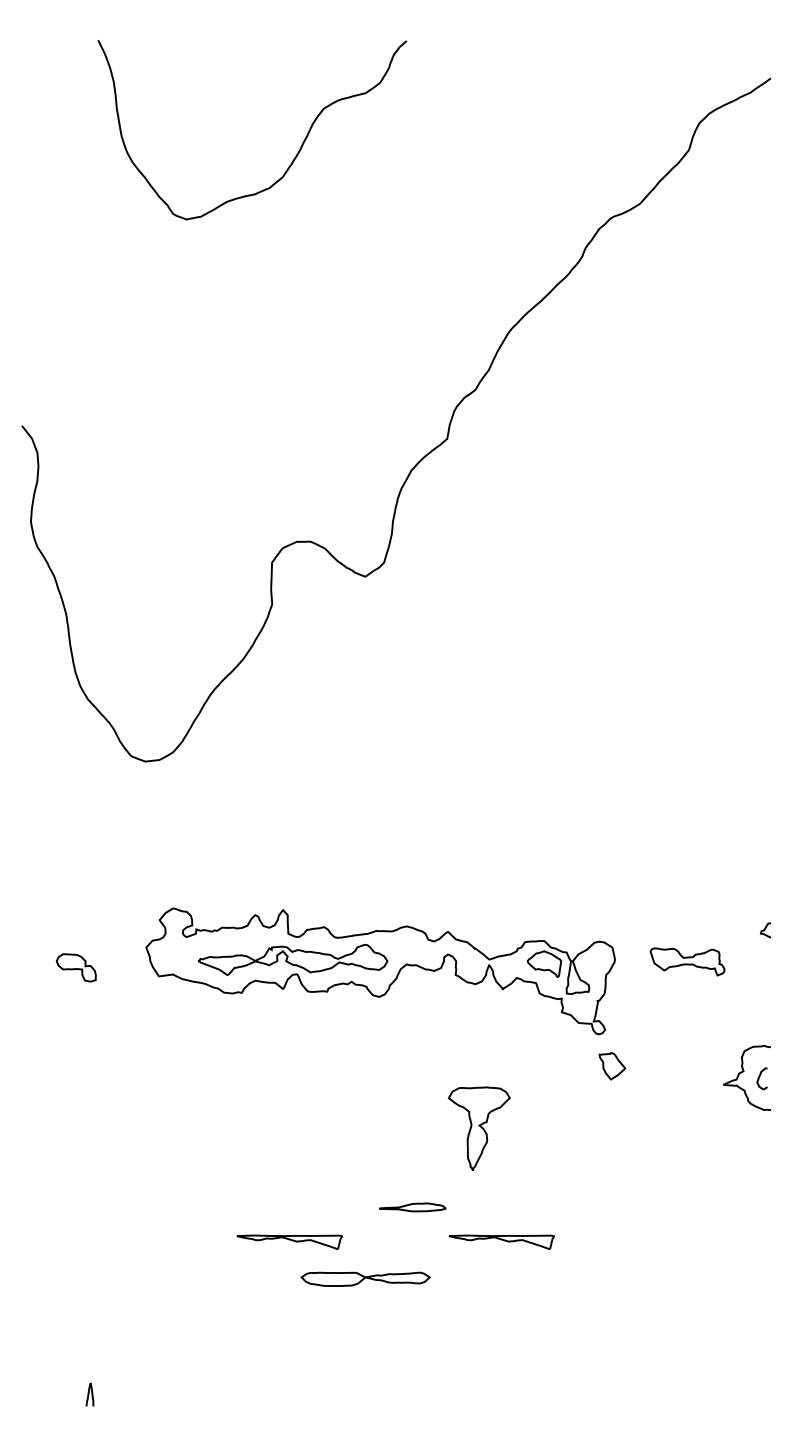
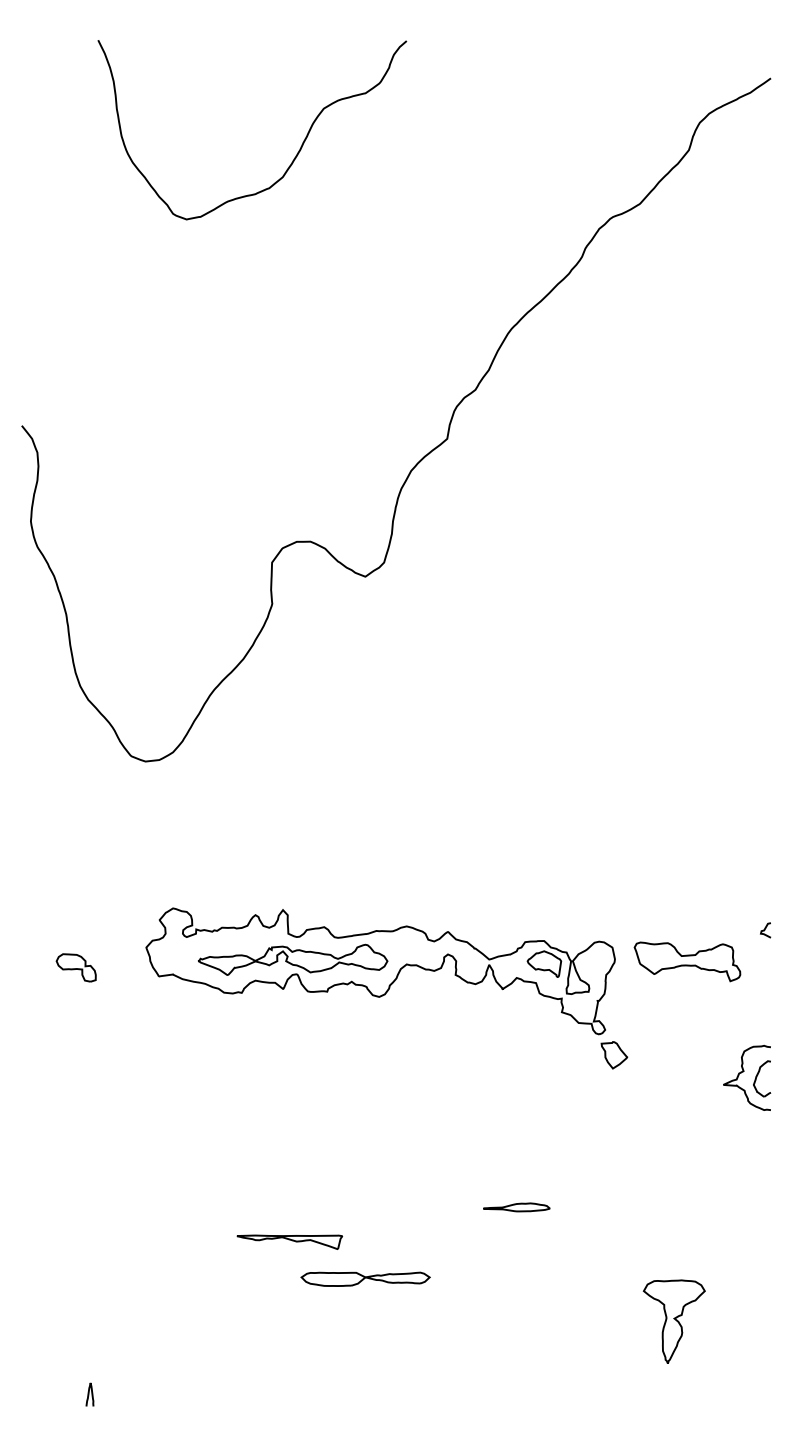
part at (687, 961) size: 77x30 px -> 109x42 px
part at (612, 1066) position: (612, 1066) -> (614, 1055)
part at (761, 1078) size: 12x24 px -> 19x38 px
part at (478, 1128) position: (478, 1128) -> (673, 1321)
part at (412, 1207) position: (412, 1207) -> (516, 1207)
part at (501, 1241): present -> none
